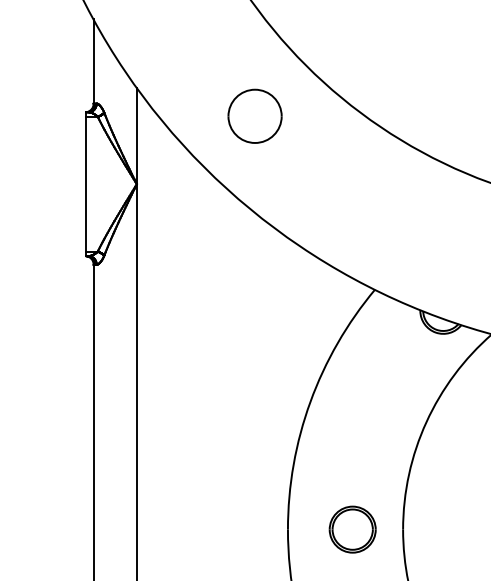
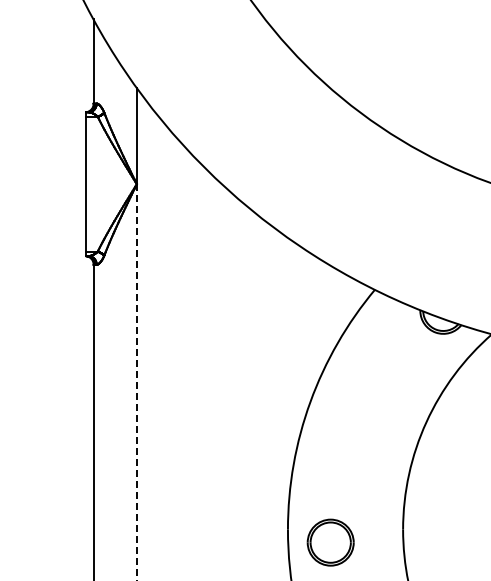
part at (254, 115): present -> none
line at (136, 382): solid -> dashed
part at (352, 529) position: (352, 529) -> (330, 542)
